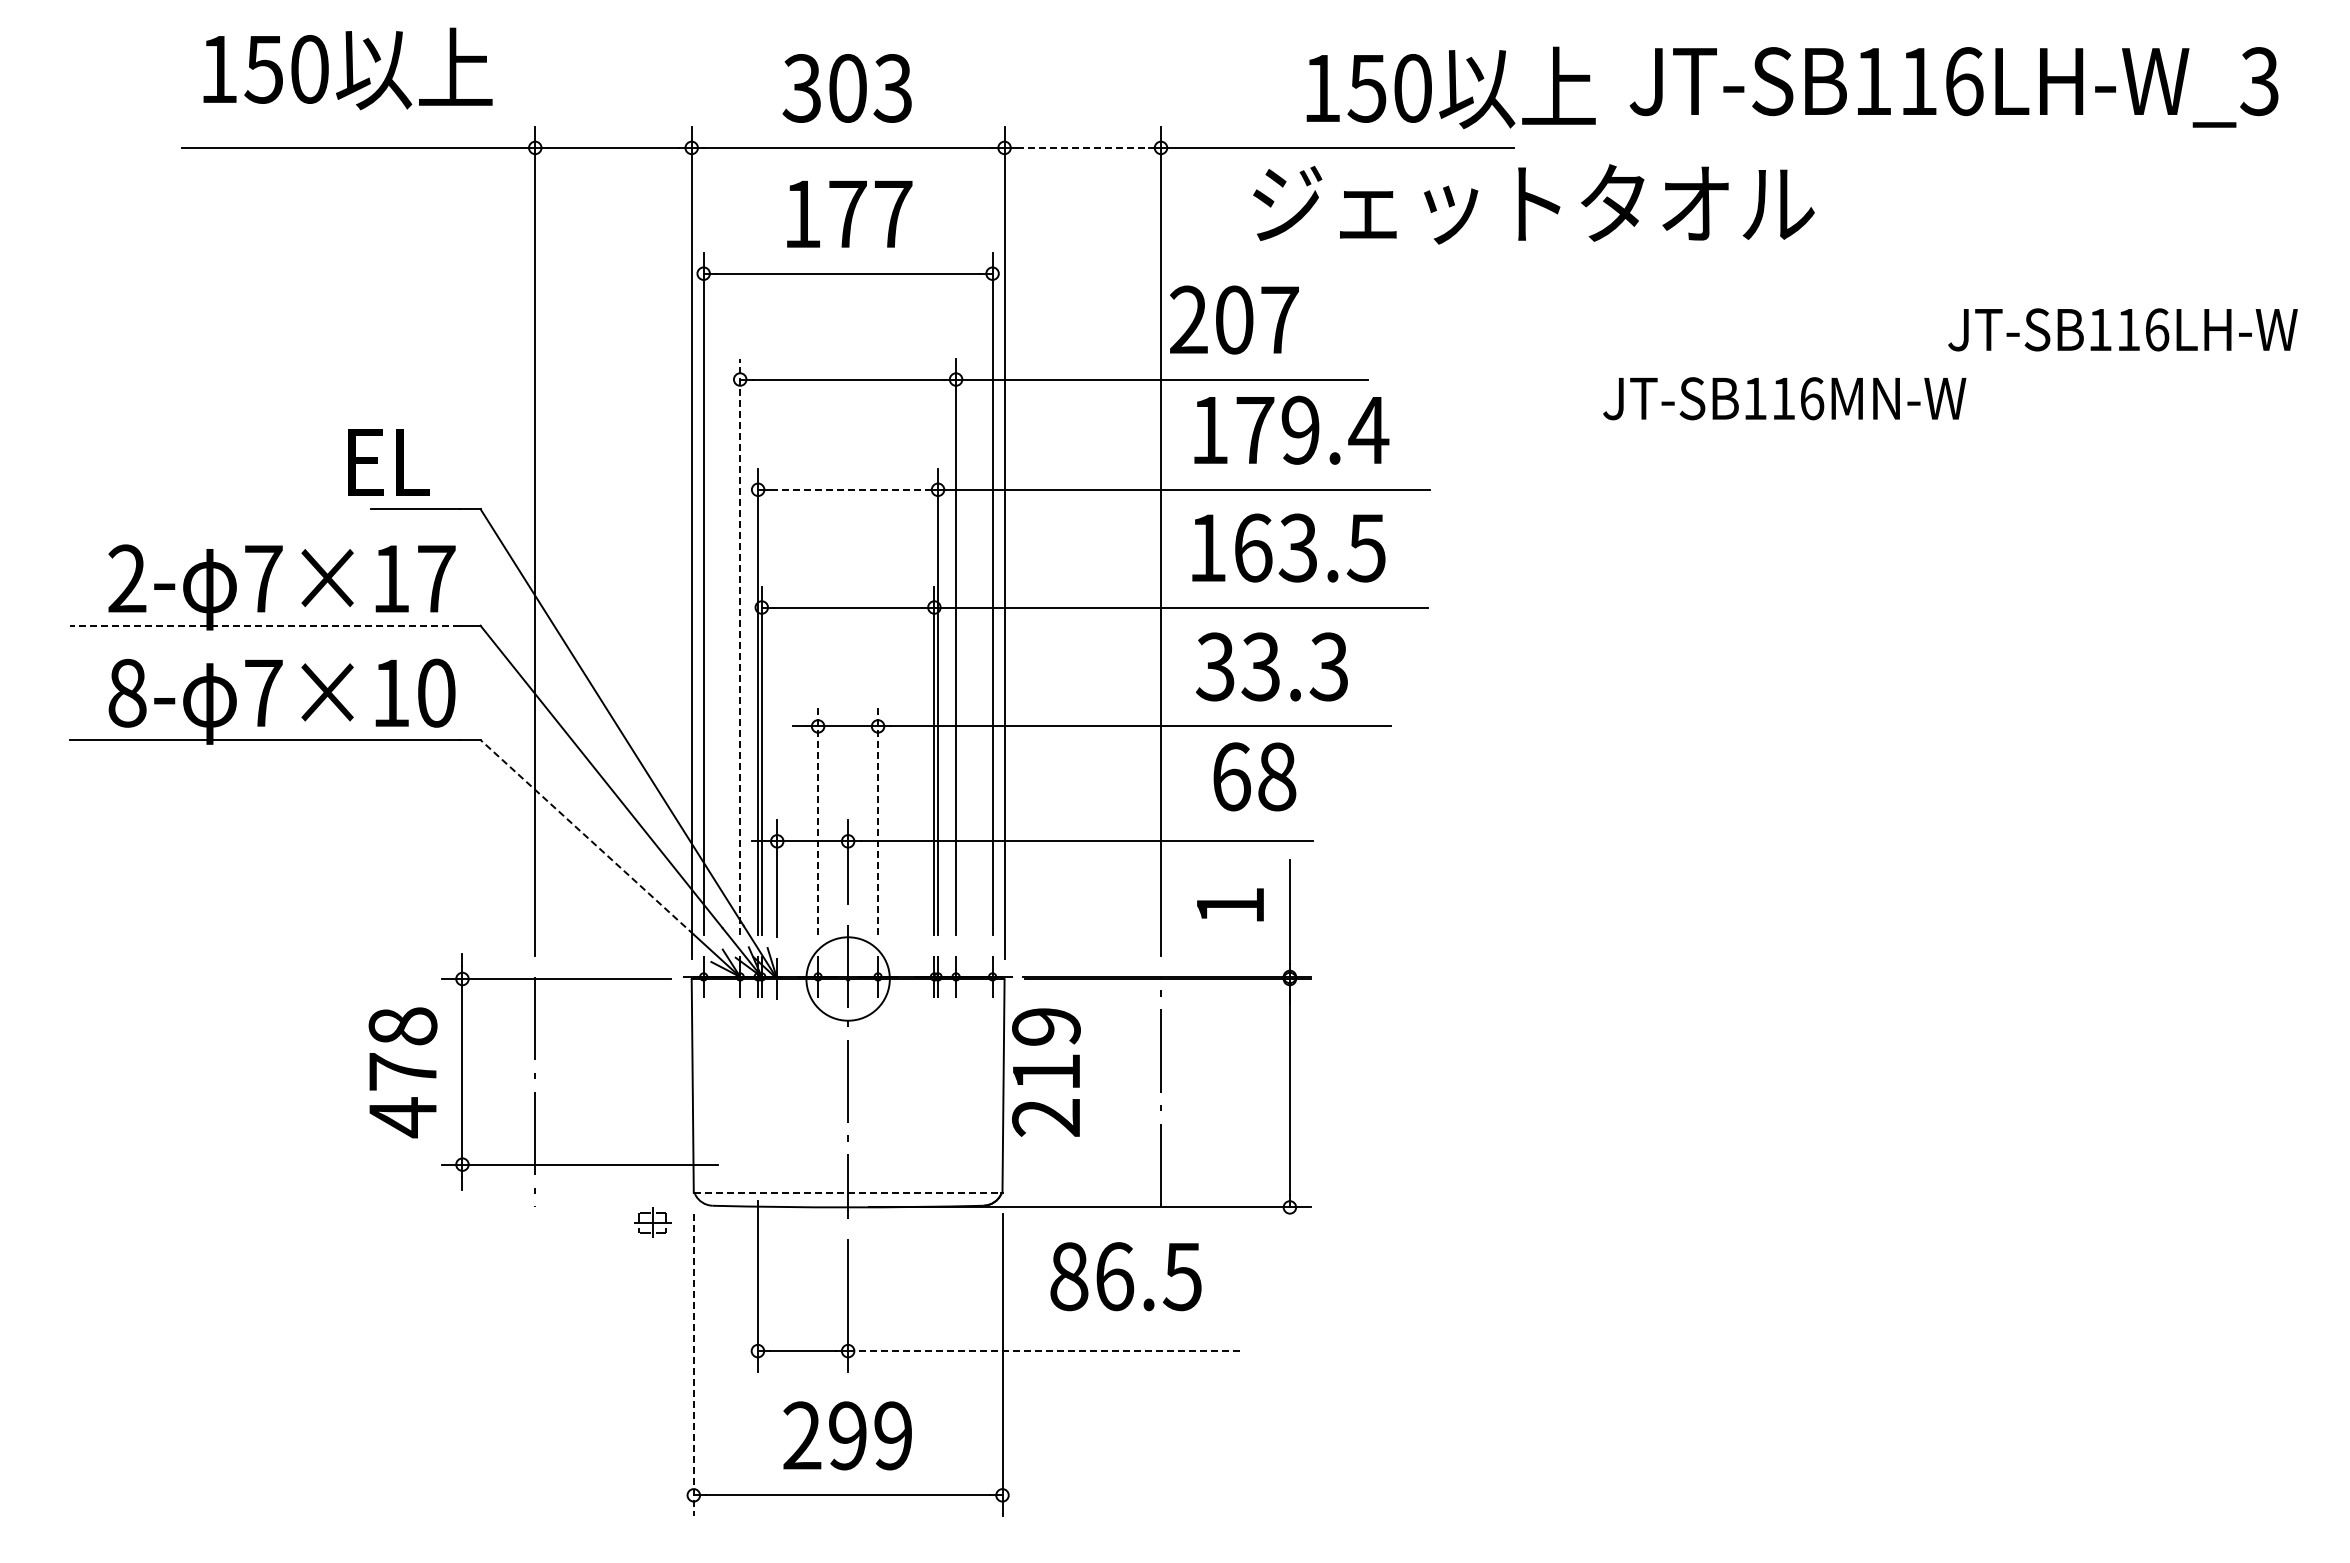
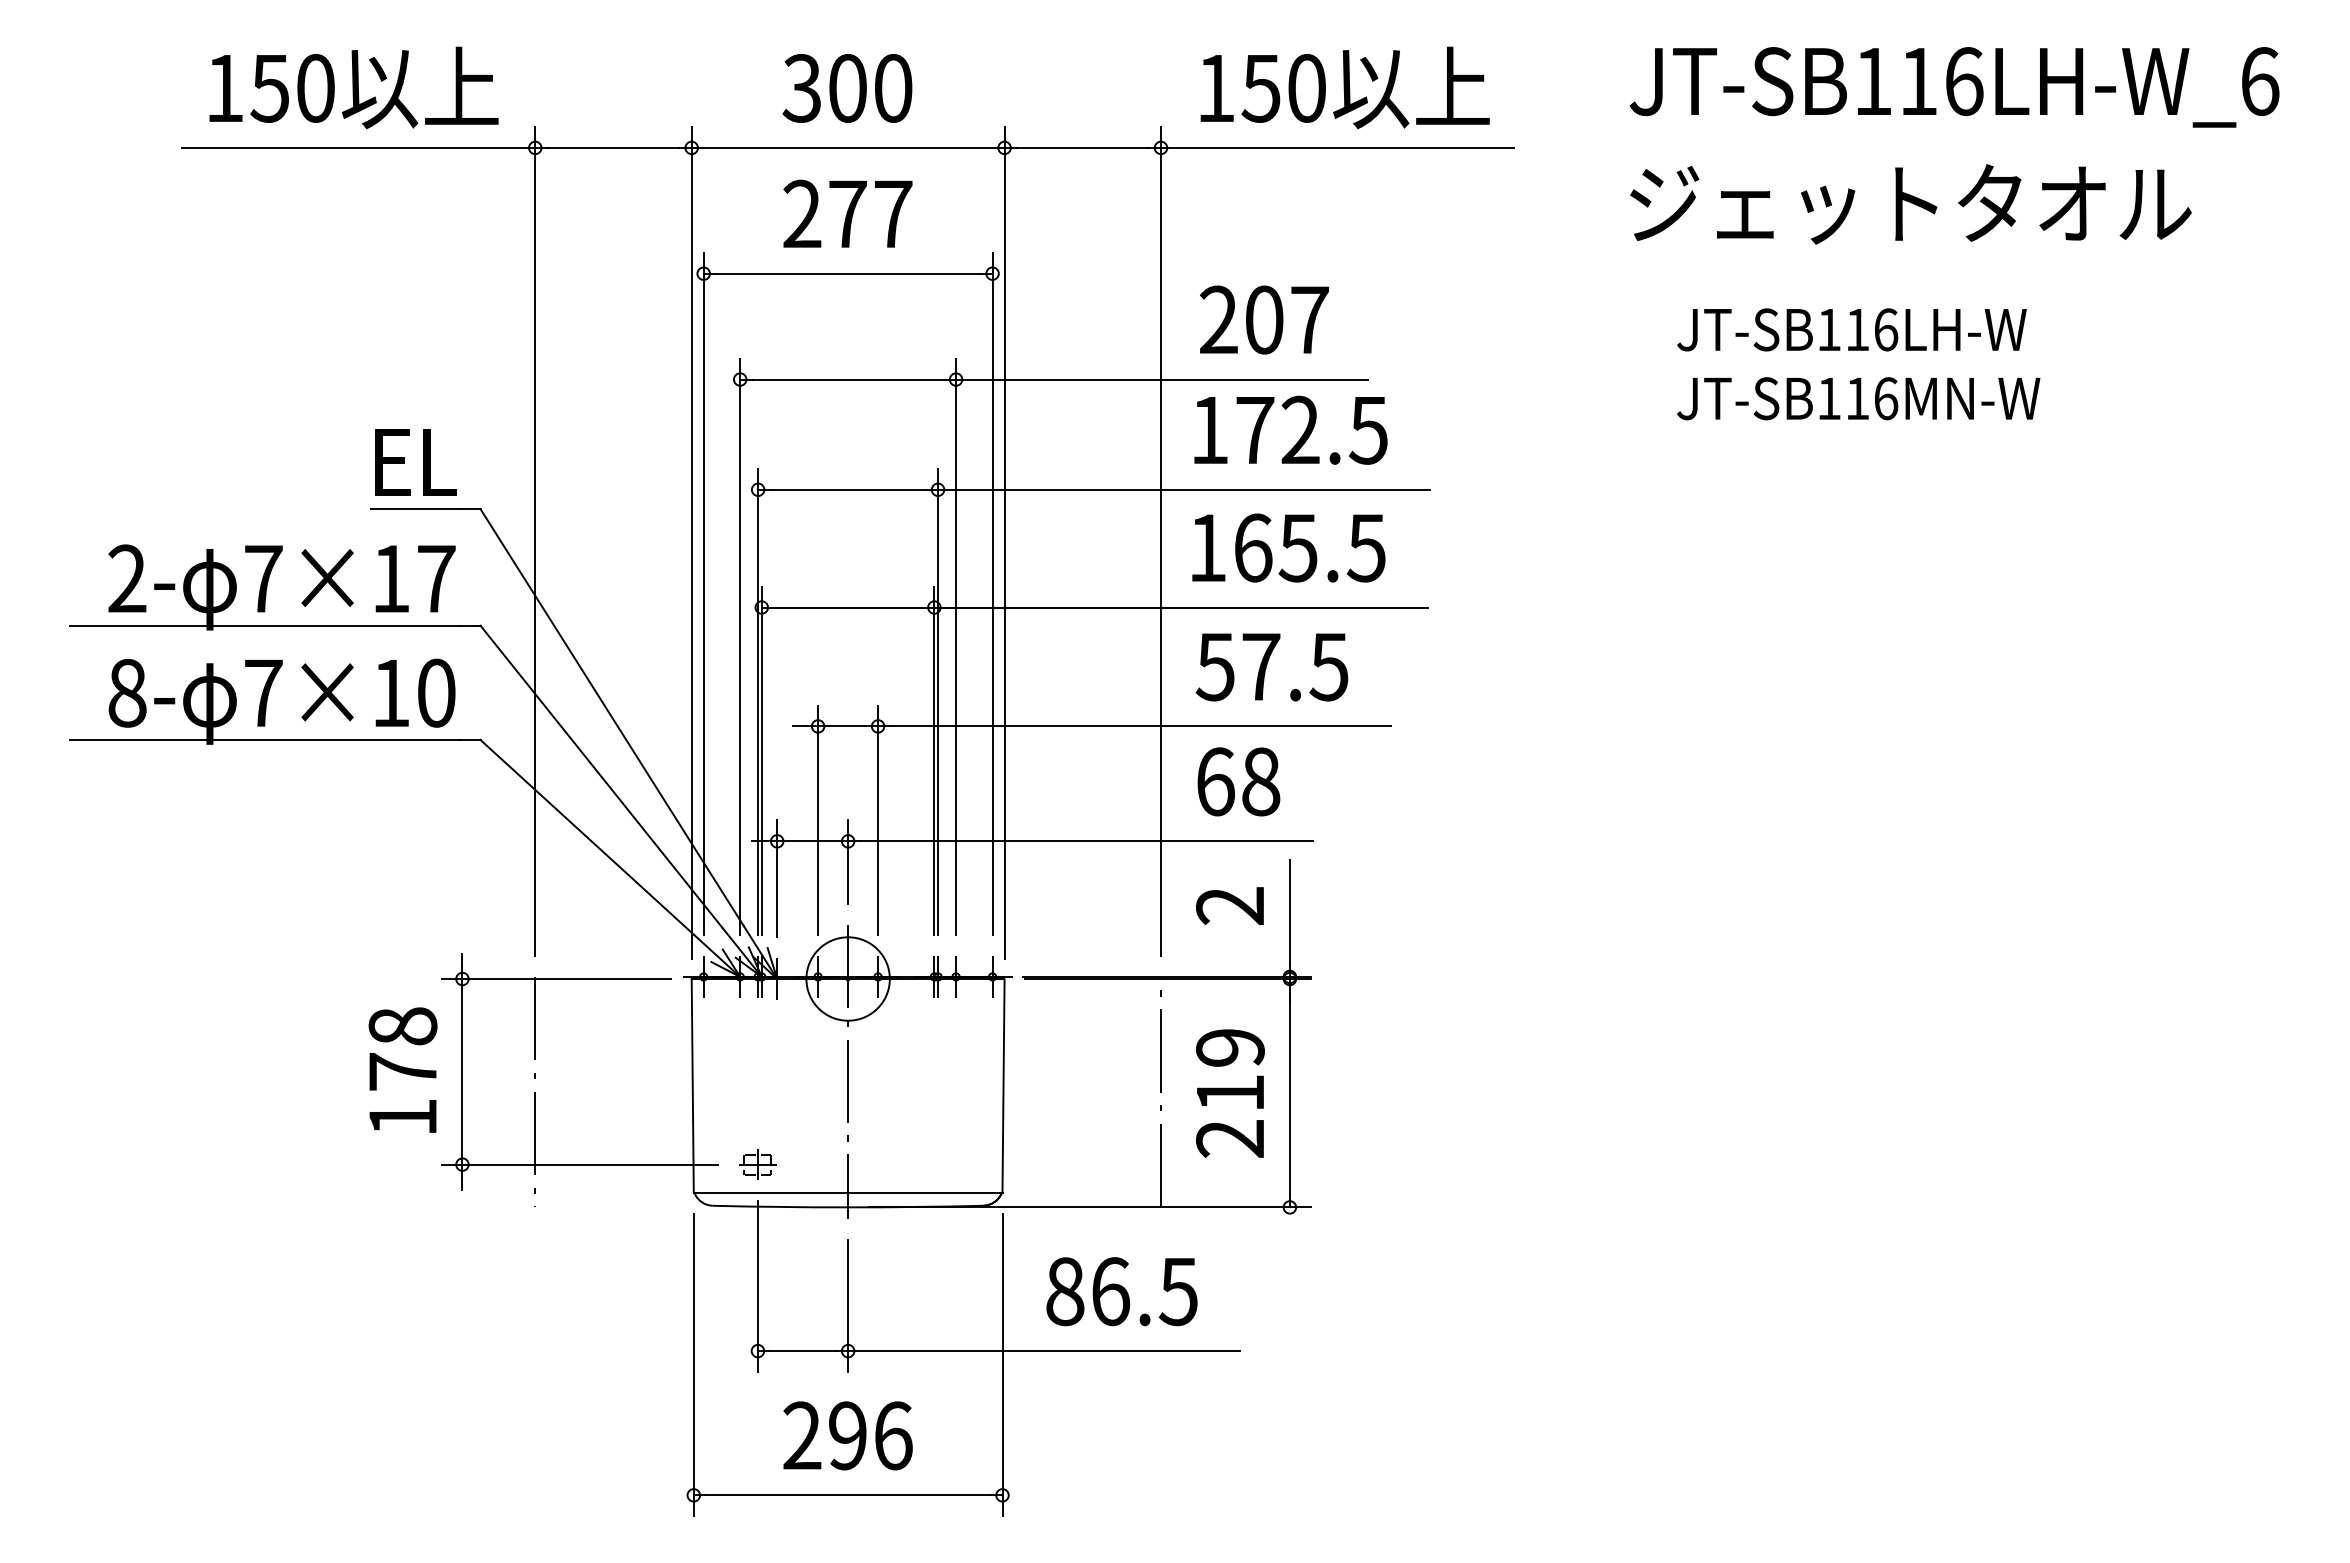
text at (347, 68) position: (347, 68) -> (353, 87)
text at (2259, 81): JT-SB116LH-W_3 -> JT-SB116LH-W_6
text at (1450, 87) position: (1450, 87) -> (1344, 87)
text at (892, 88): 303 -> 300
line at (1082, 147): dashed -> solid
text at (1533, 204) position: (1533, 204) -> (1910, 204)
text at (802, 213): 177 -> 277
text at (1234, 319) position: (1234, 319) -> (1264, 319)
text at (2122, 329) position: (2122, 329) -> (1851, 329)
text at (1784, 398) position: (1784, 398) -> (1858, 398)
text at (1335, 430): 179.4 -> 172.5
text at (388, 462) position: (388, 462) -> (415, 462)
line at (848, 489): dashed -> solid
text at (1297, 547): 163.5 -> 165.5
line at (265, 625): dashed -> solid
line at (740, 646): dashed -> solid
text at (1271, 666): 33.3 -> 57.5
text at (1254, 776) position: (1254, 776) -> (1238, 781)
line at (818, 820): dashed -> solid
line at (878, 820): dashed -> solid
line at (587, 837): dashed -> solid
text at (1229, 905): 1 -> 2
text at (1046, 1072) position: (1046, 1072) -> (1230, 1093)
text at (402, 1117): 478 -> 178
line at (848, 1192): dashed -> solid
part at (652, 1222) position: (652, 1222) -> (757, 1164)
text at (1125, 1276) position: (1125, 1276) -> (1121, 1291)
line at (1044, 1351): dashed -> solid
line at (693, 1365): dashed -> solid
text at (893, 1435): 299 -> 296
